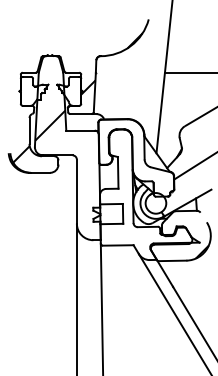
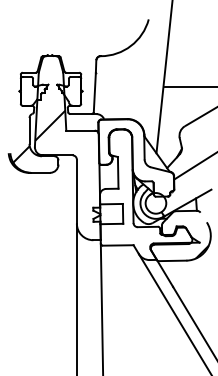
hatch at (104, 70): present -> none
line at (189, 72) position: (189, 72) -> (189, 86)
